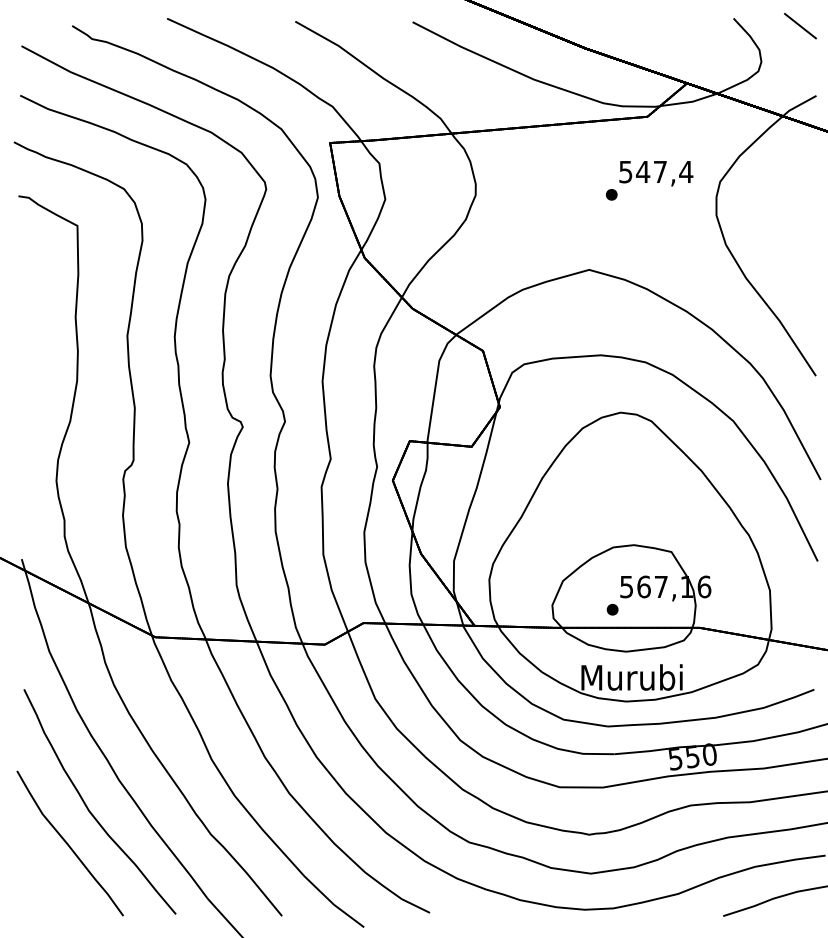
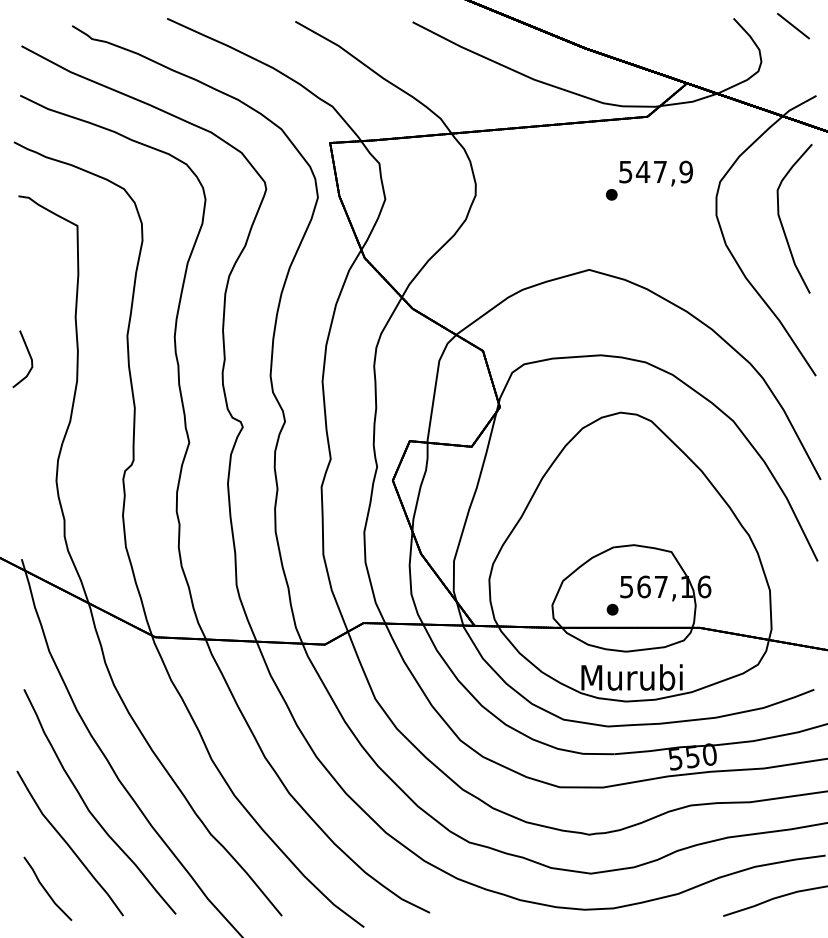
line at (800, 26) position: (800, 26) -> (793, 26)
text at (686, 171): 547,4 -> 547,9
curve at (782, 223): none -> present
line at (29, 356): none -> present
line at (46, 889): none -> present
